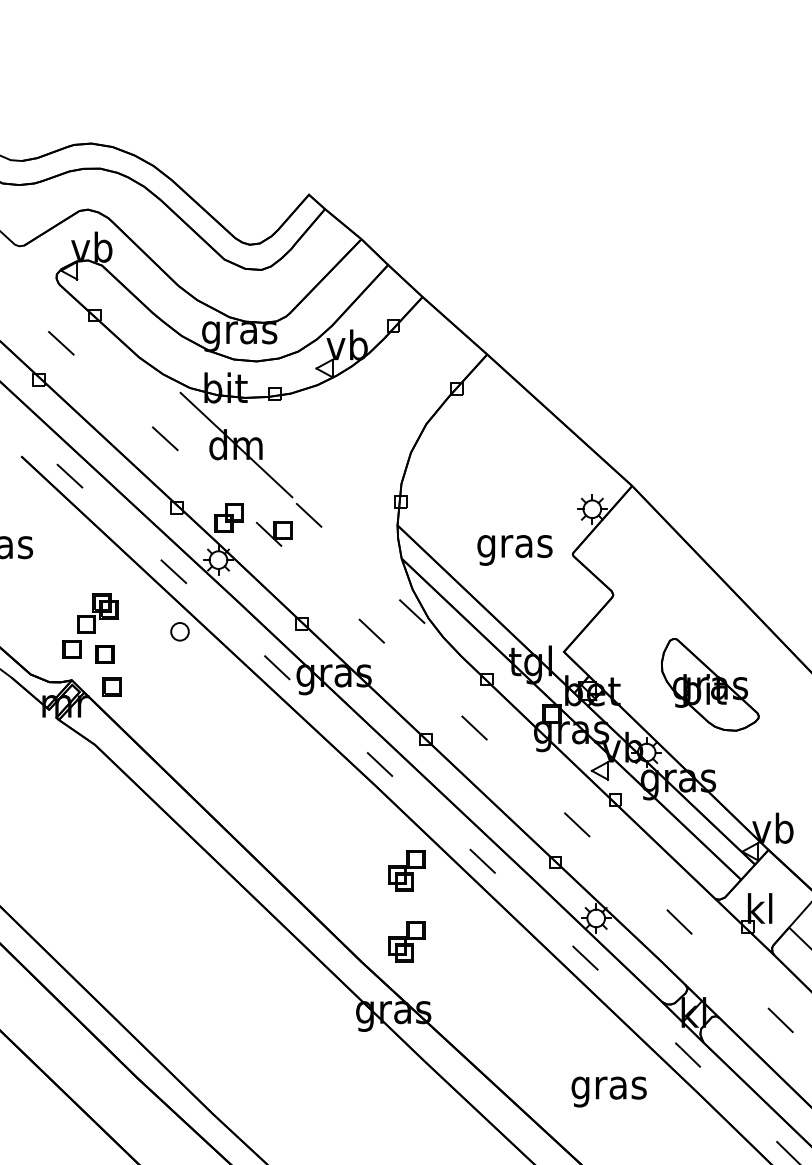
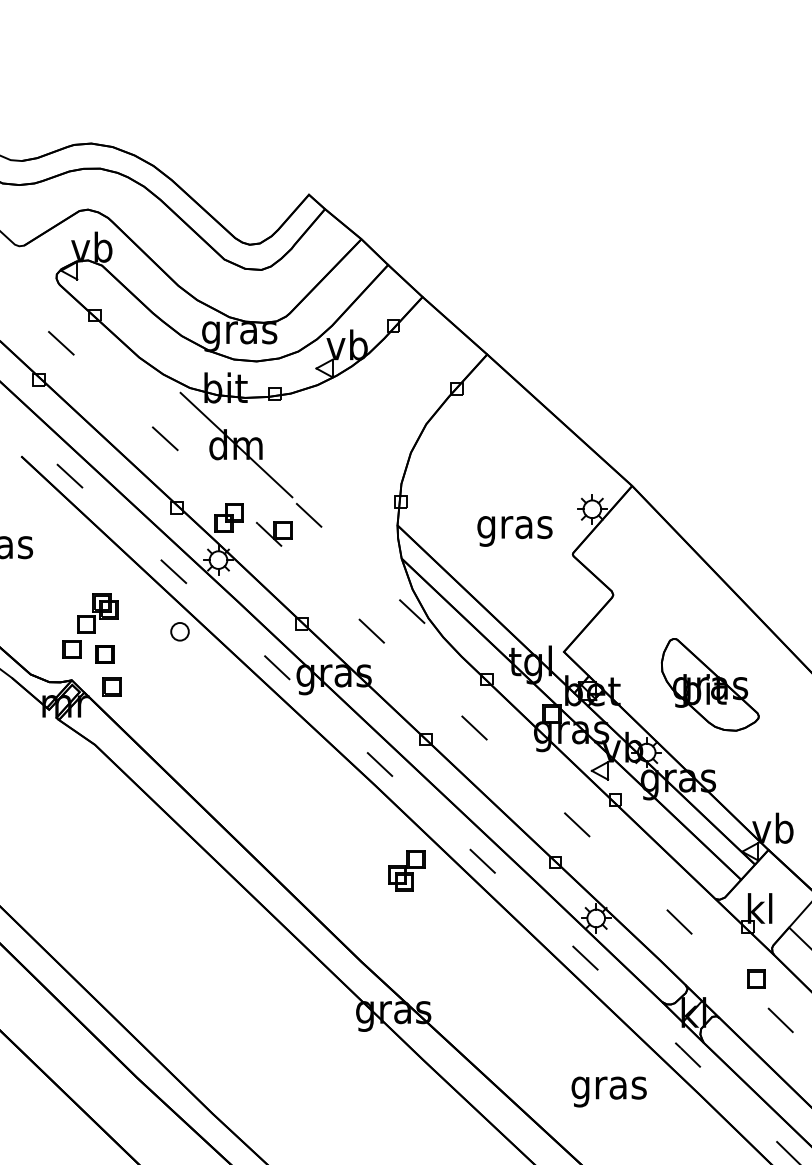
text at (514, 550) position: (514, 550) -> (514, 531)
part at (406, 941): present -> none
part at (756, 978): none -> present
